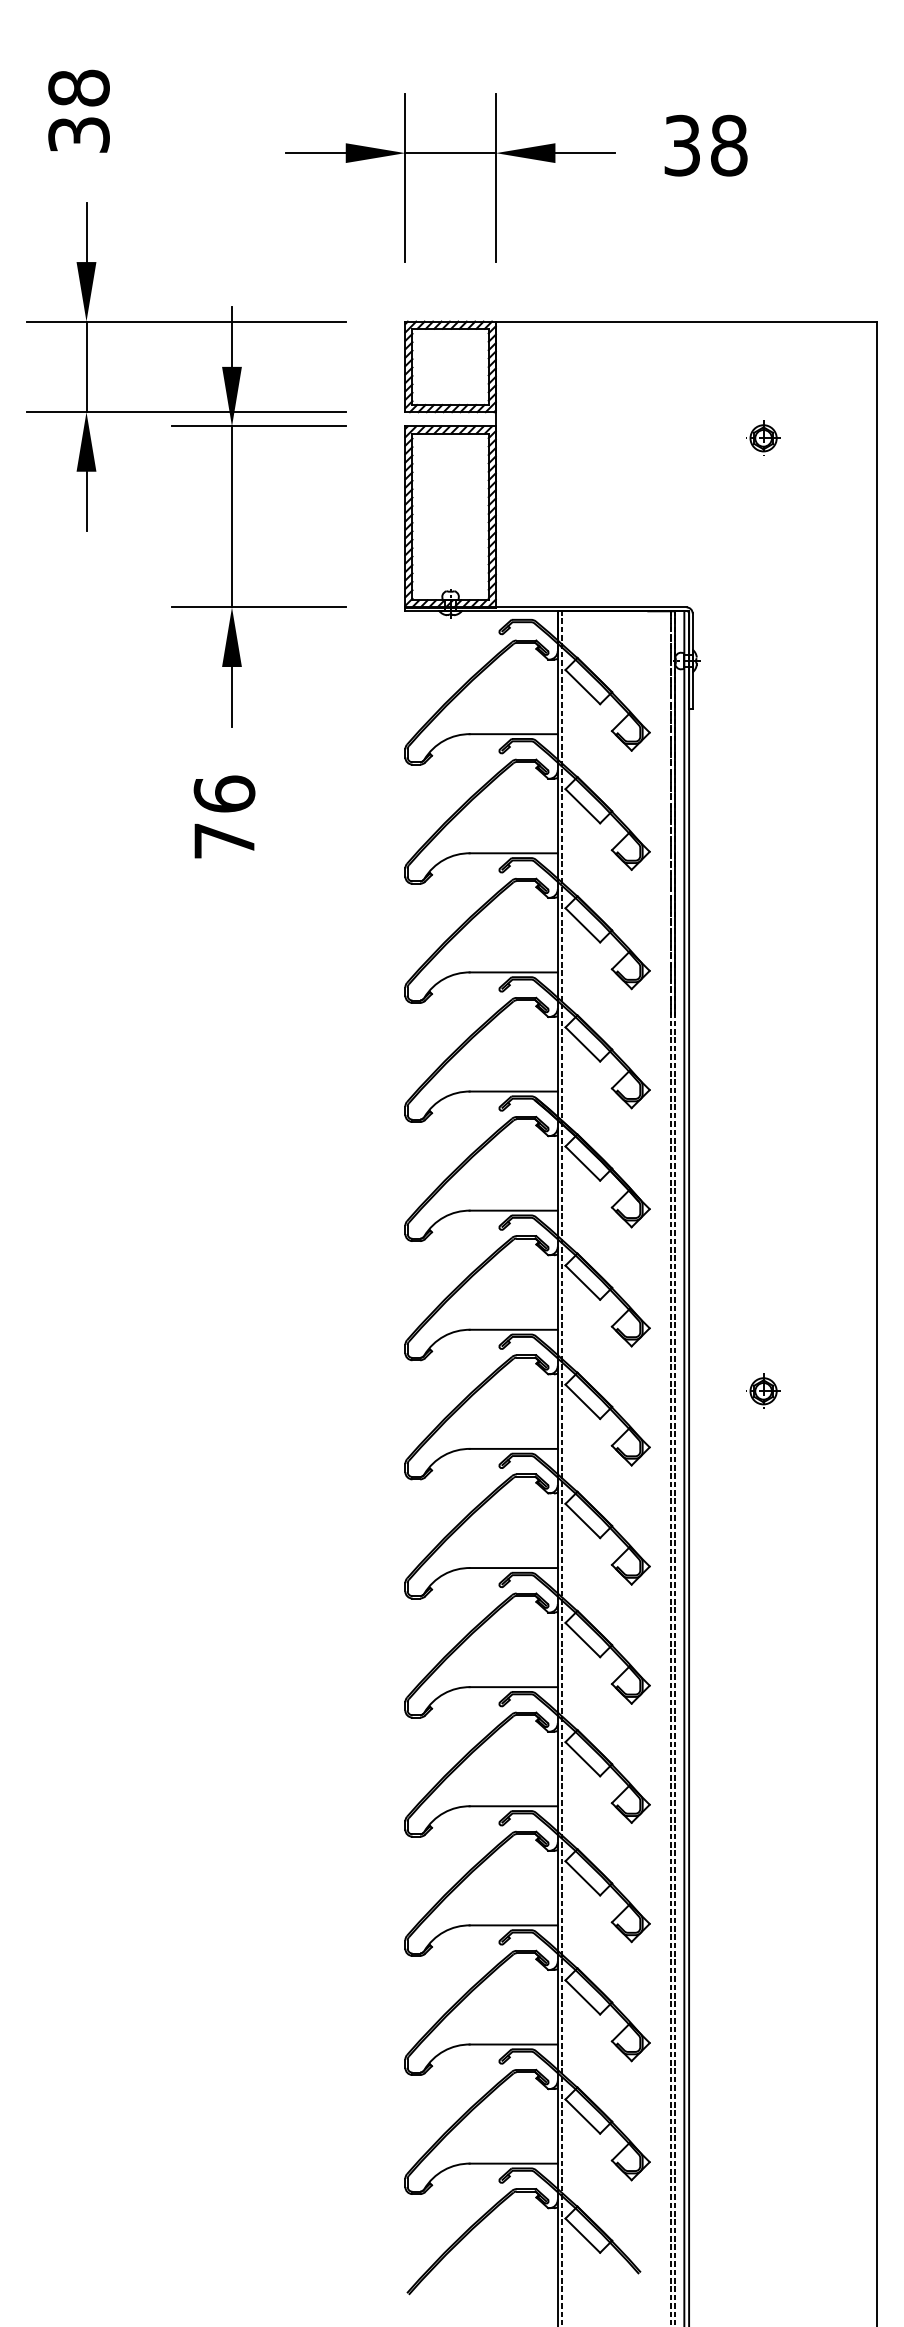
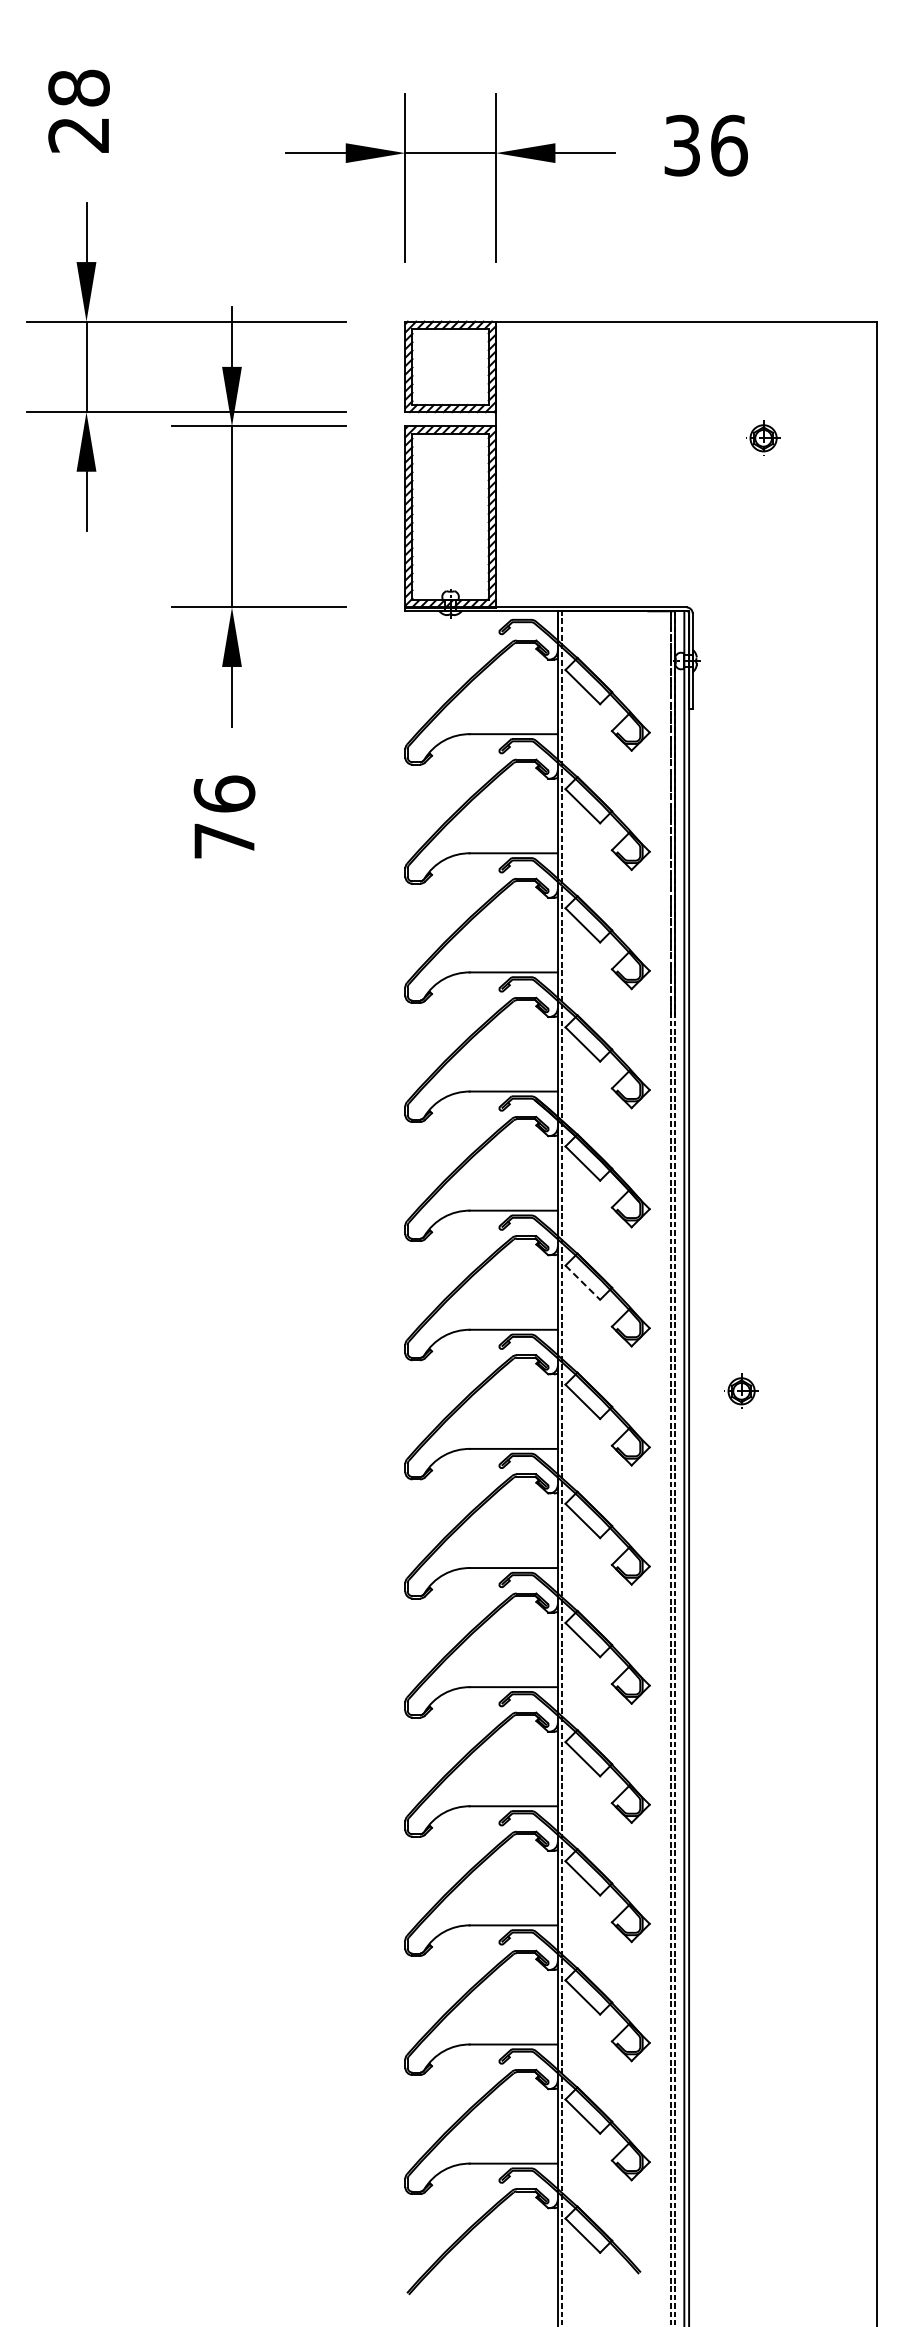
text at (78, 134): 38 -> 28
text at (729, 145): 38 -> 36
line at (583, 1283): solid -> dashed
part at (763, 1390) position: (763, 1390) -> (741, 1390)
